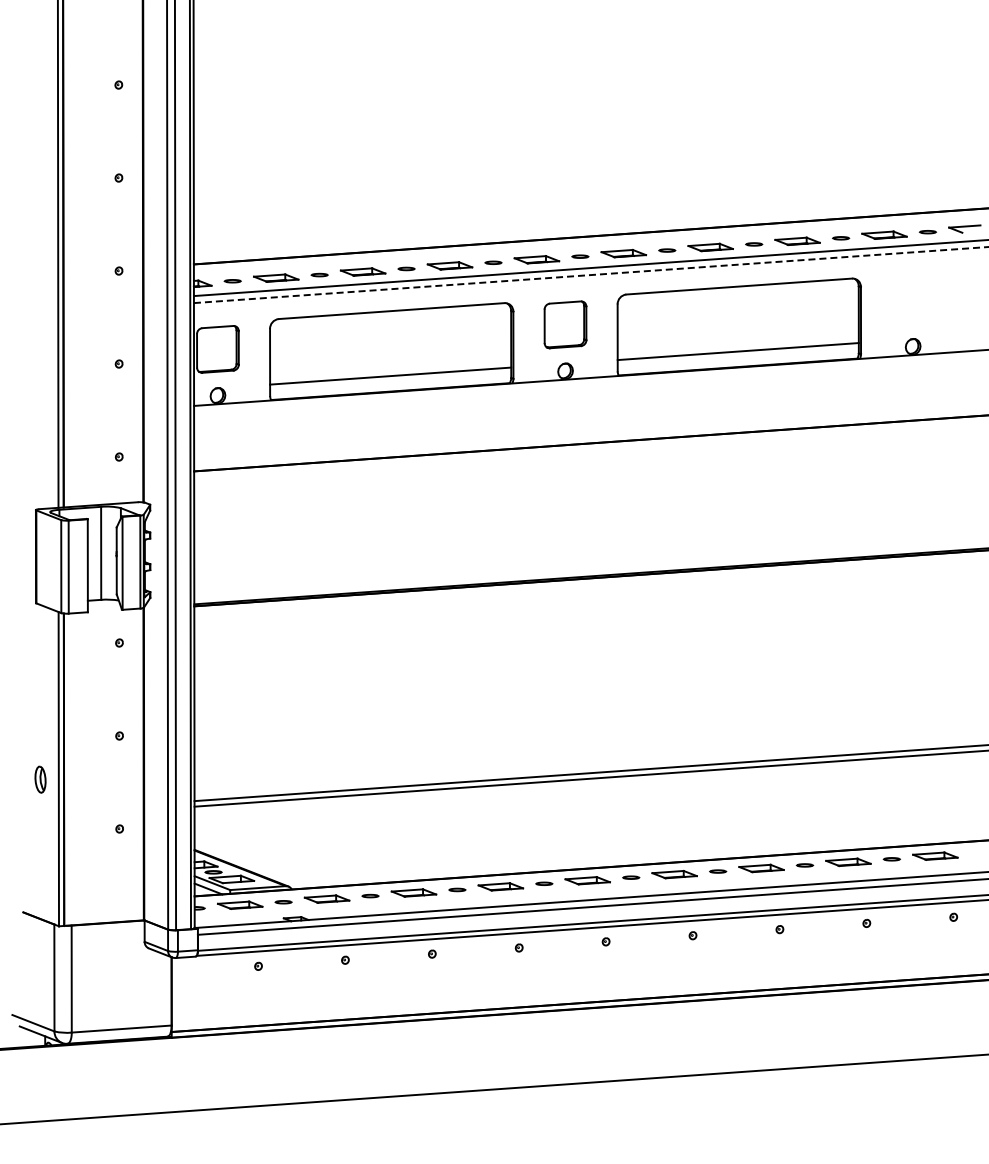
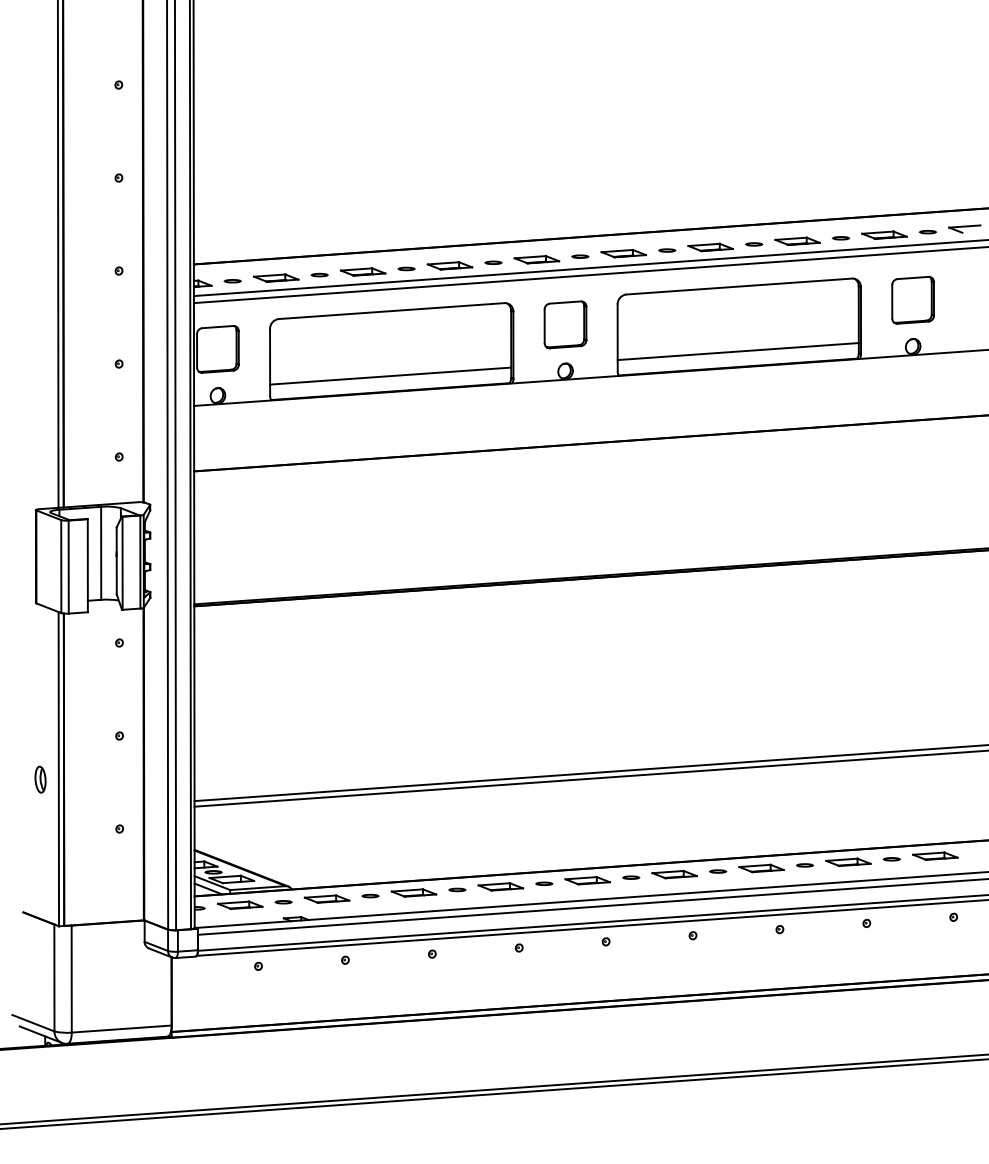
line at (591, 275): dashed -> solid
part at (912, 300): none -> present
line at (493, 1093): none -> present
